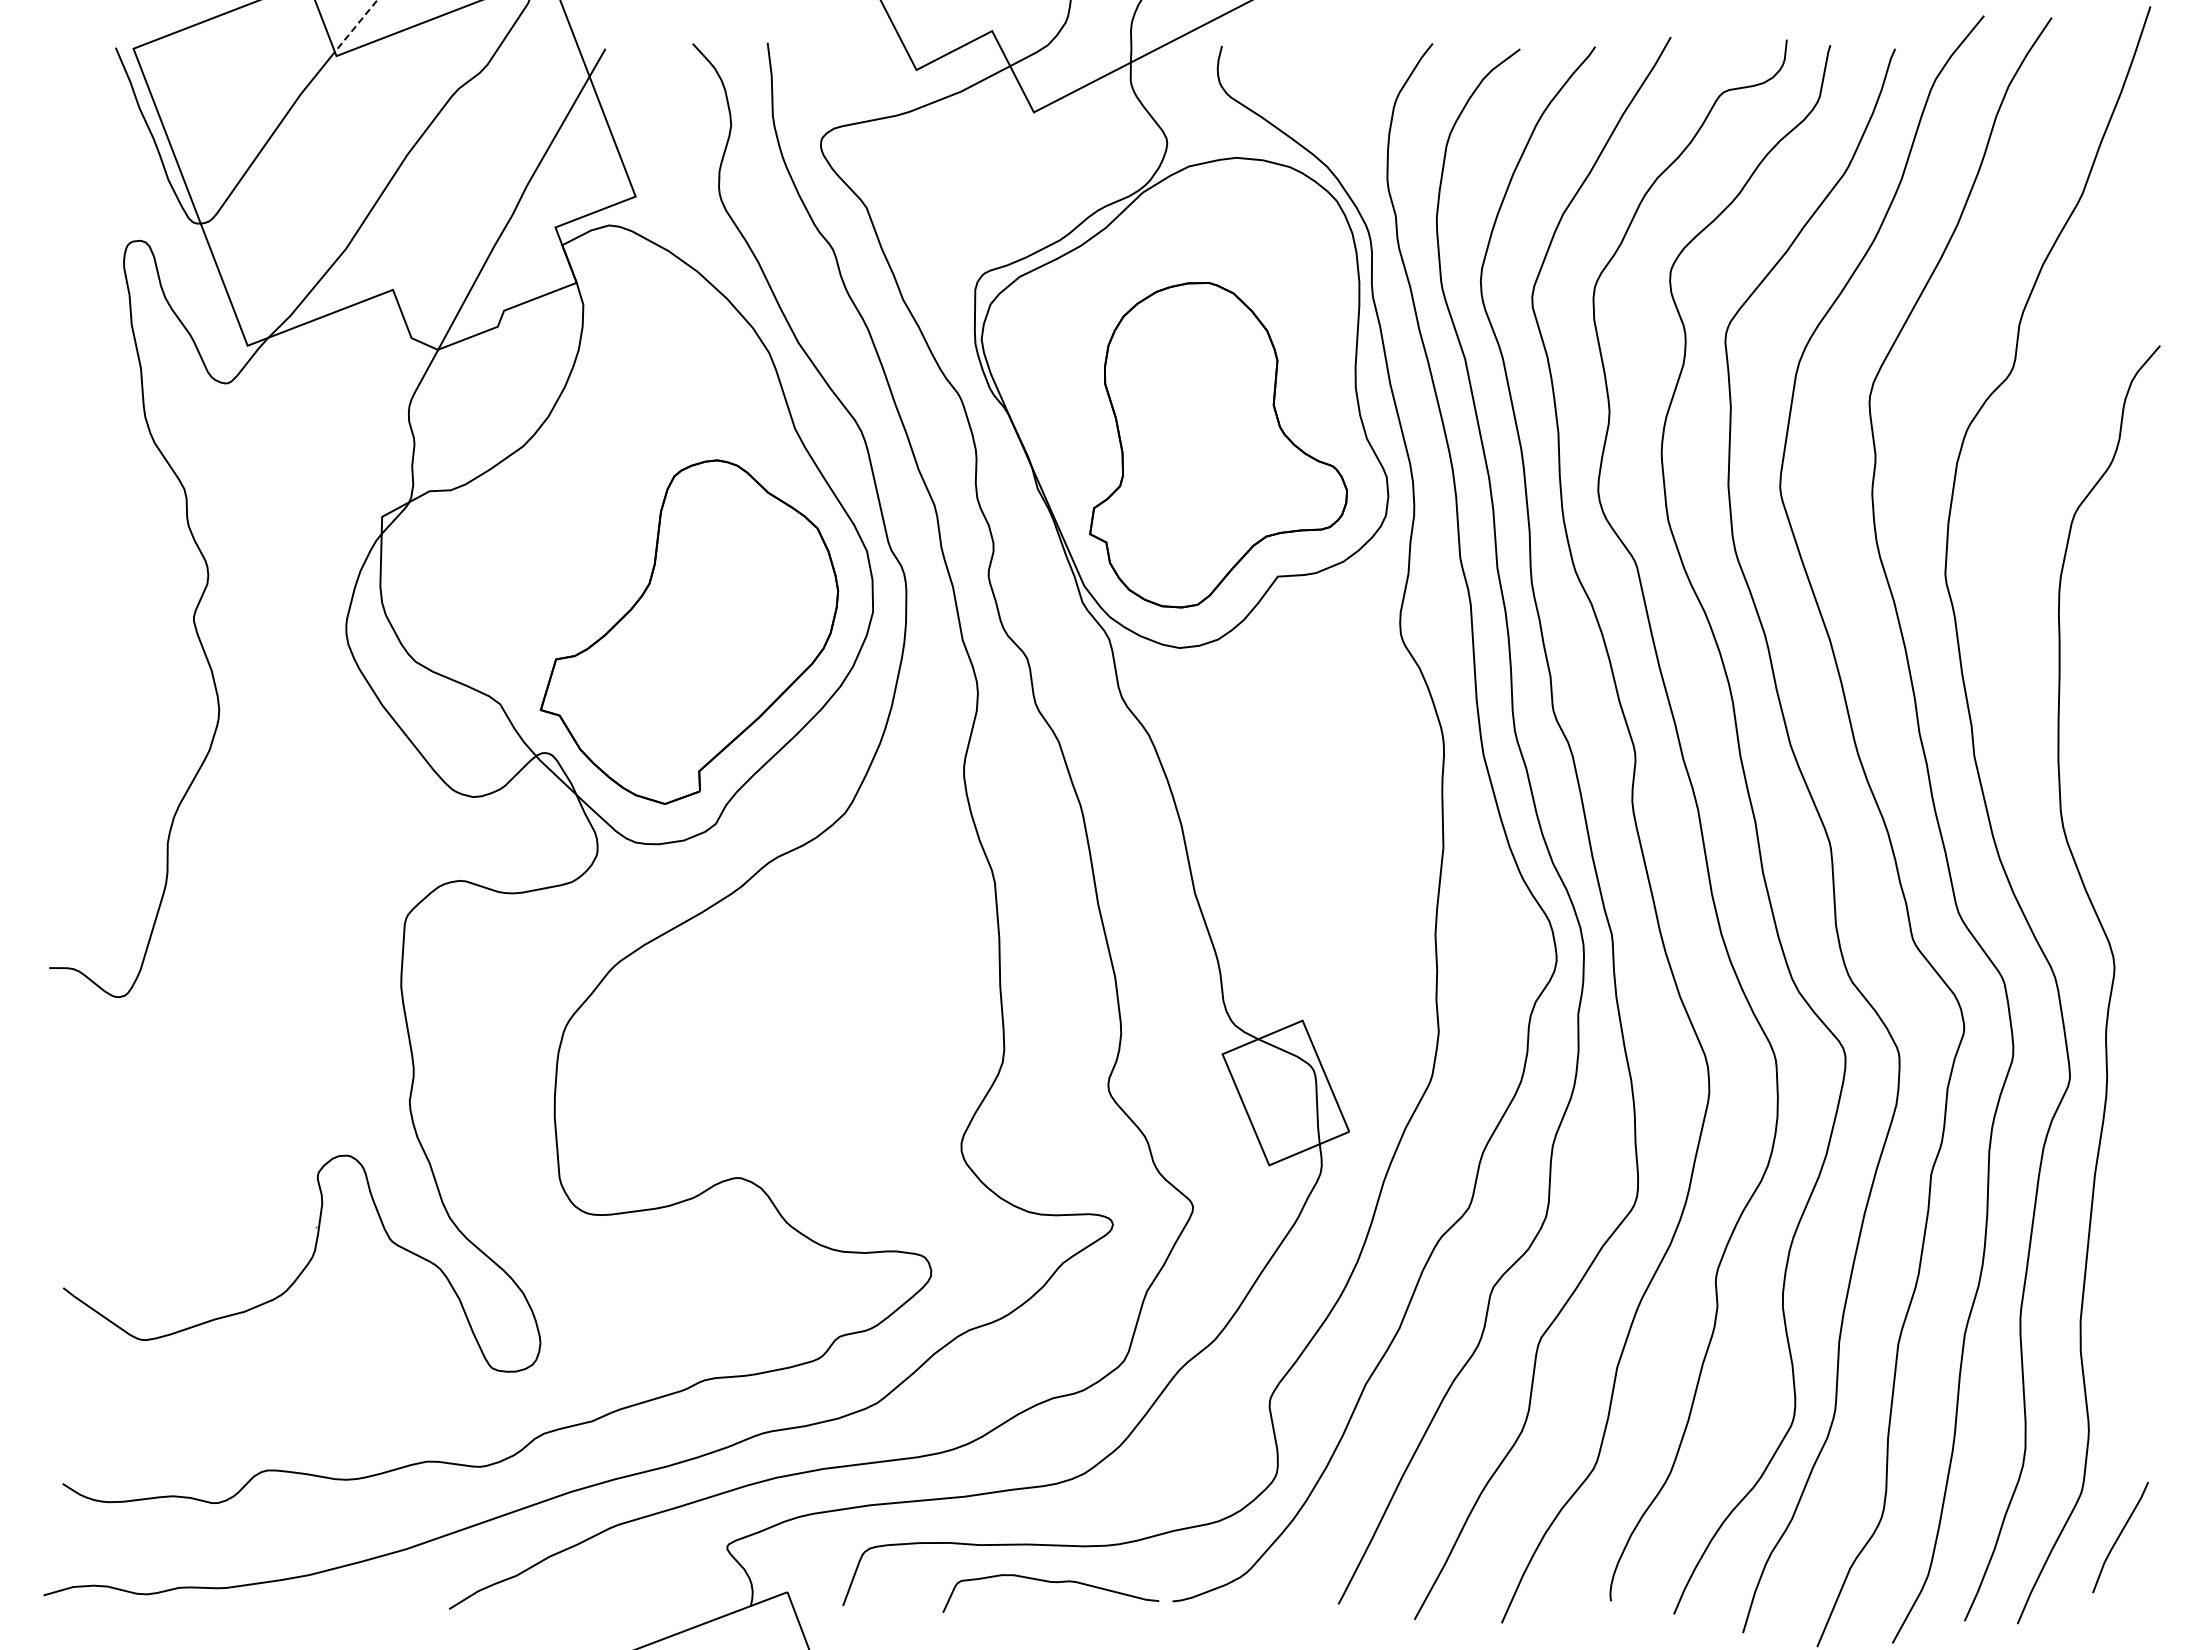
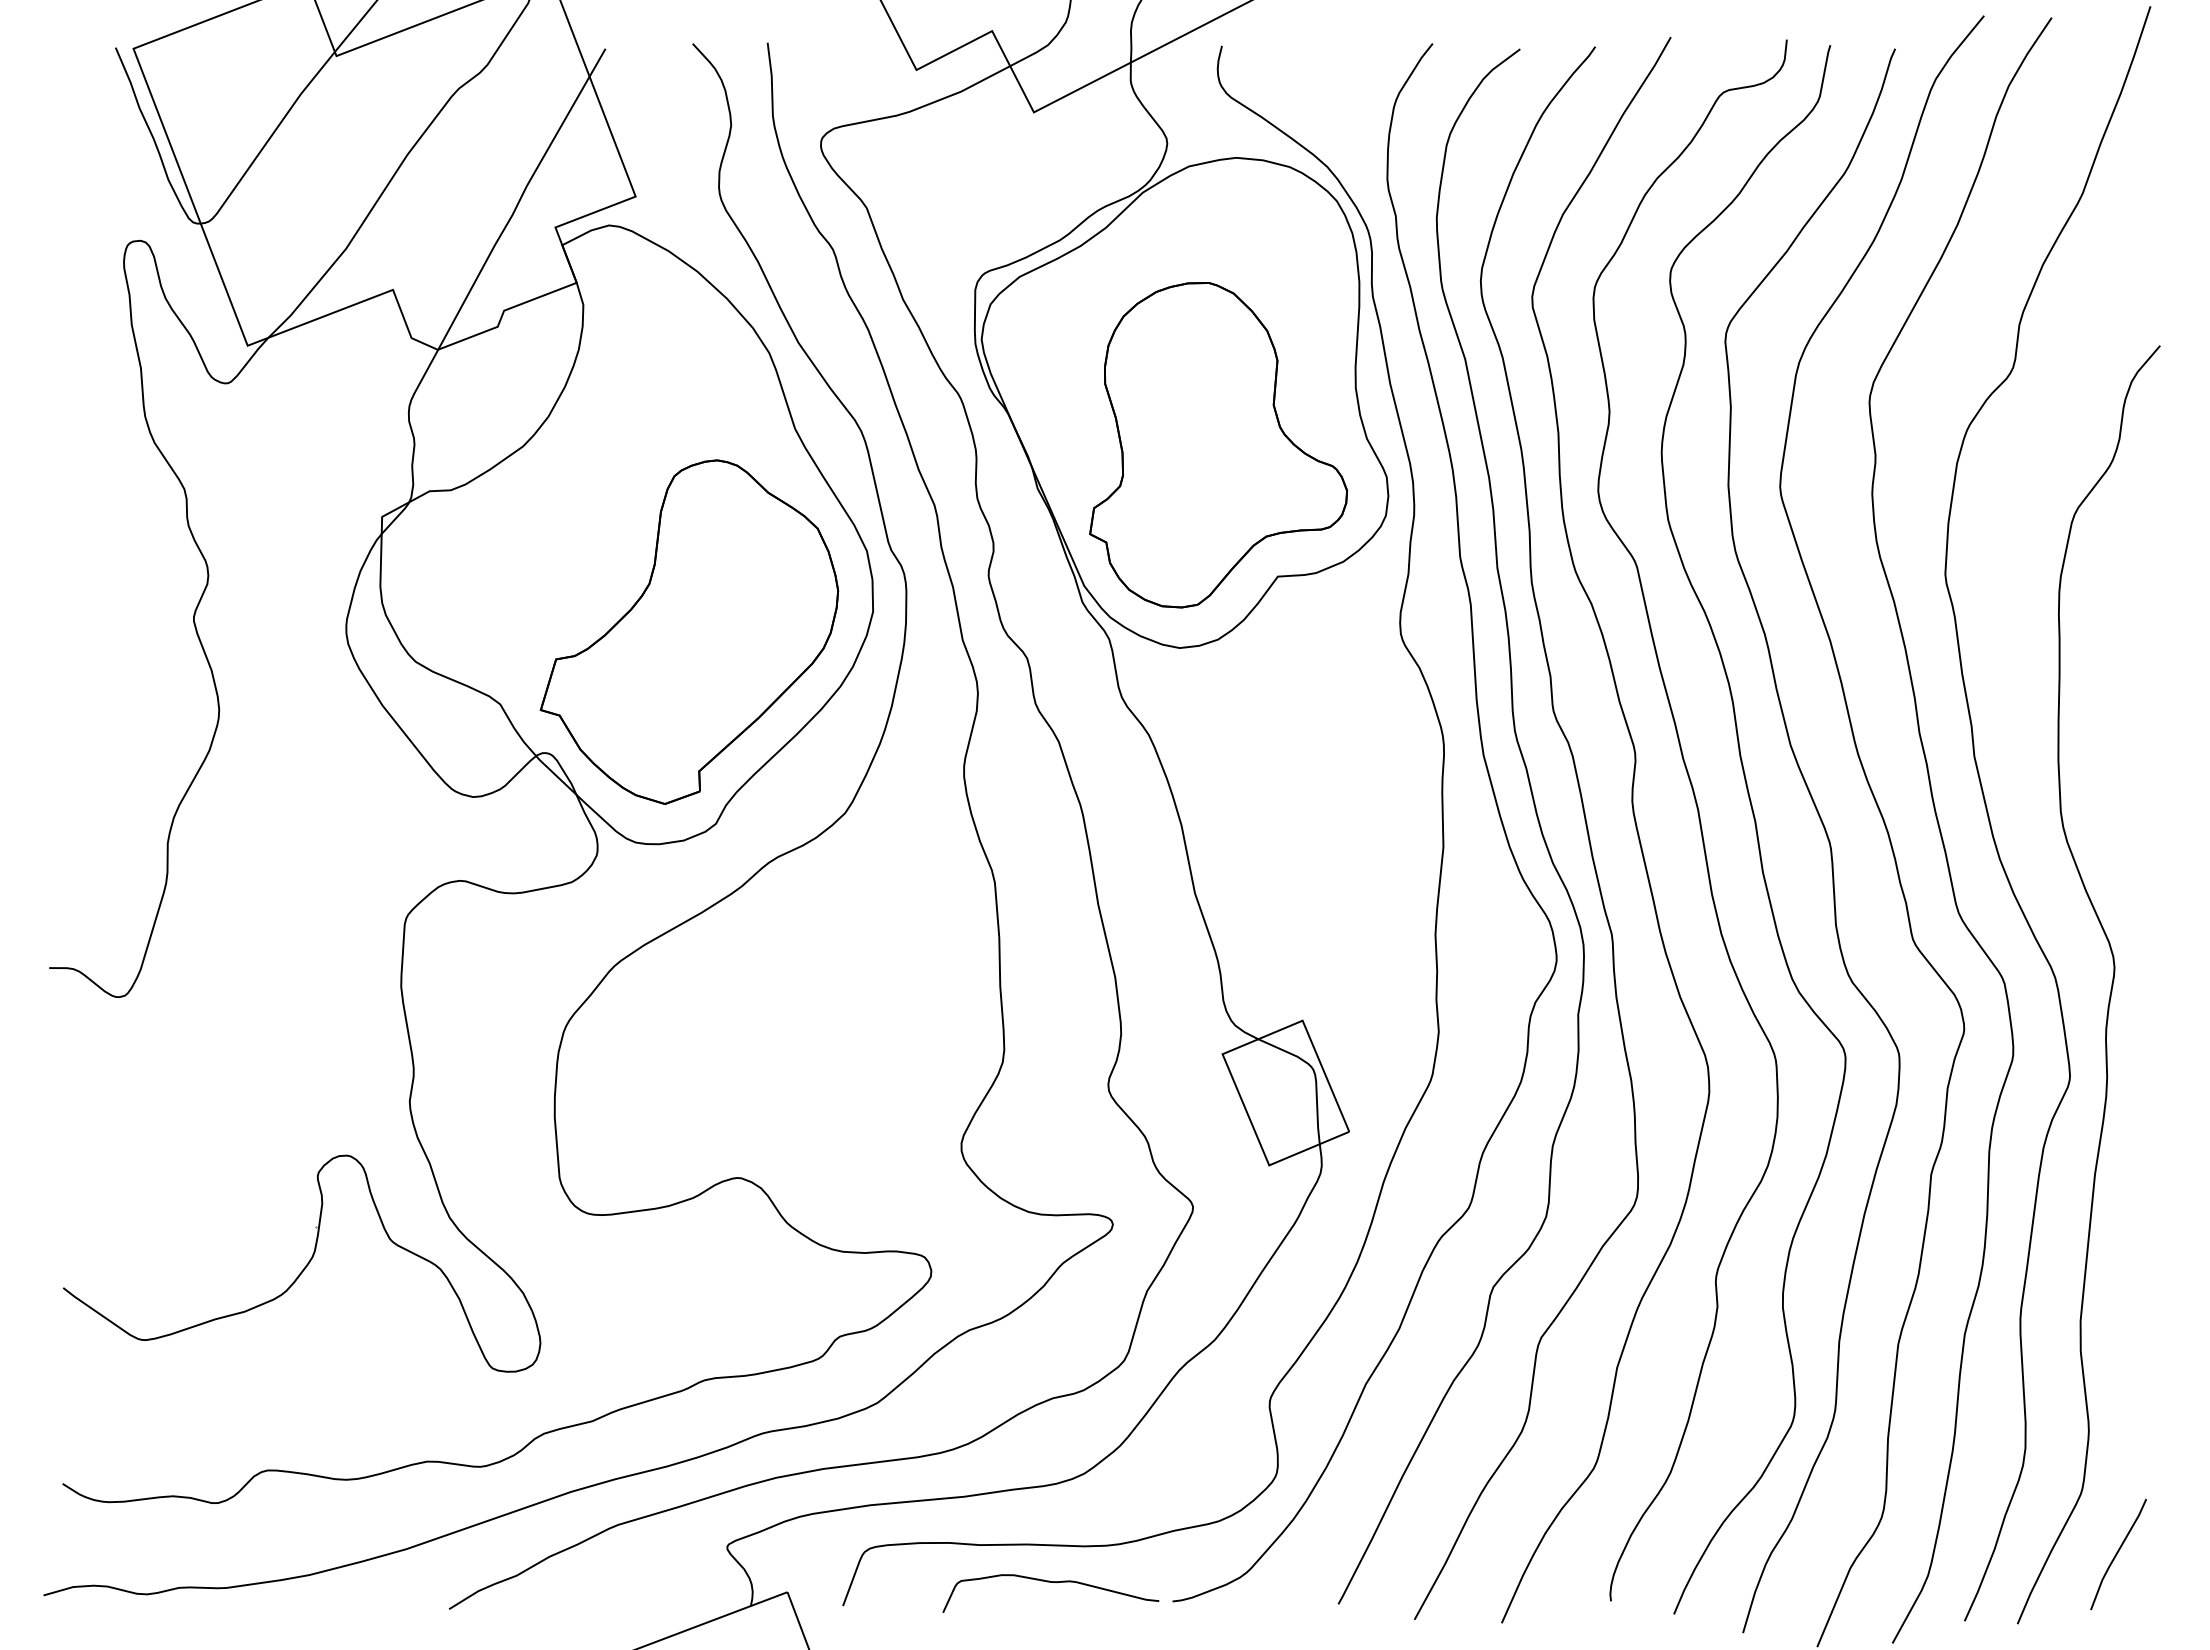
line at (355, 26): dashed -> solid
line at (2120, 1536) position: (2120, 1536) -> (2118, 1553)
